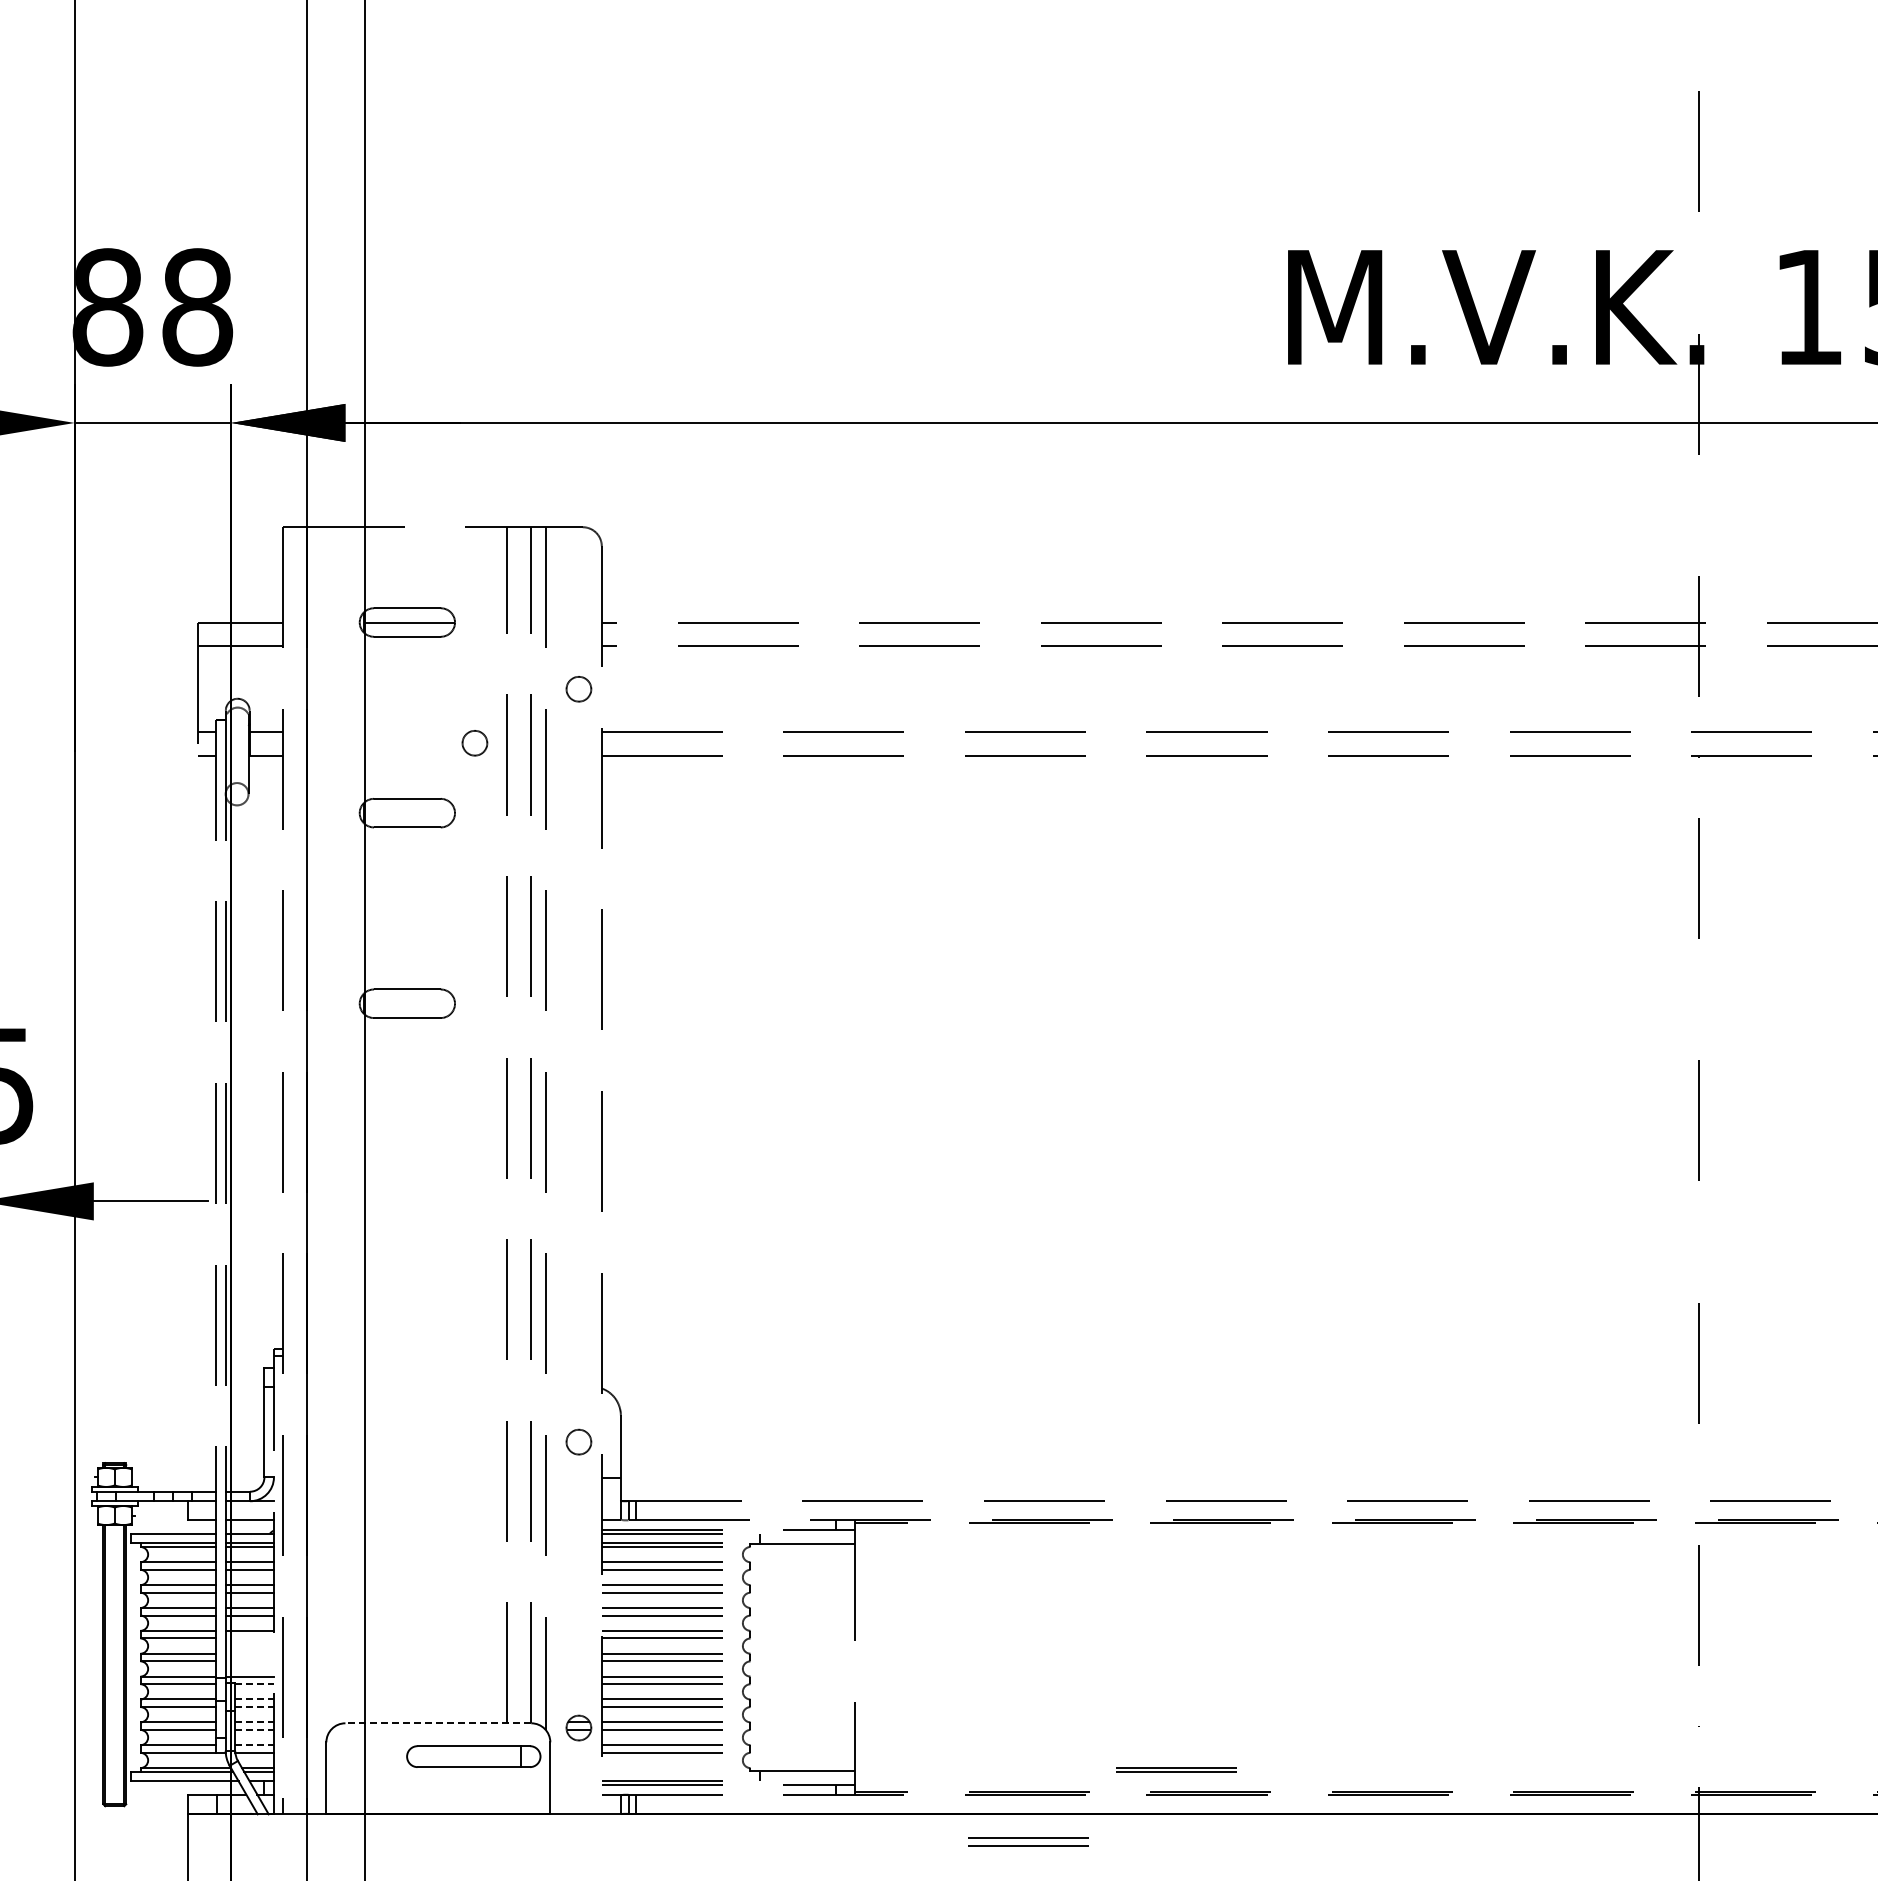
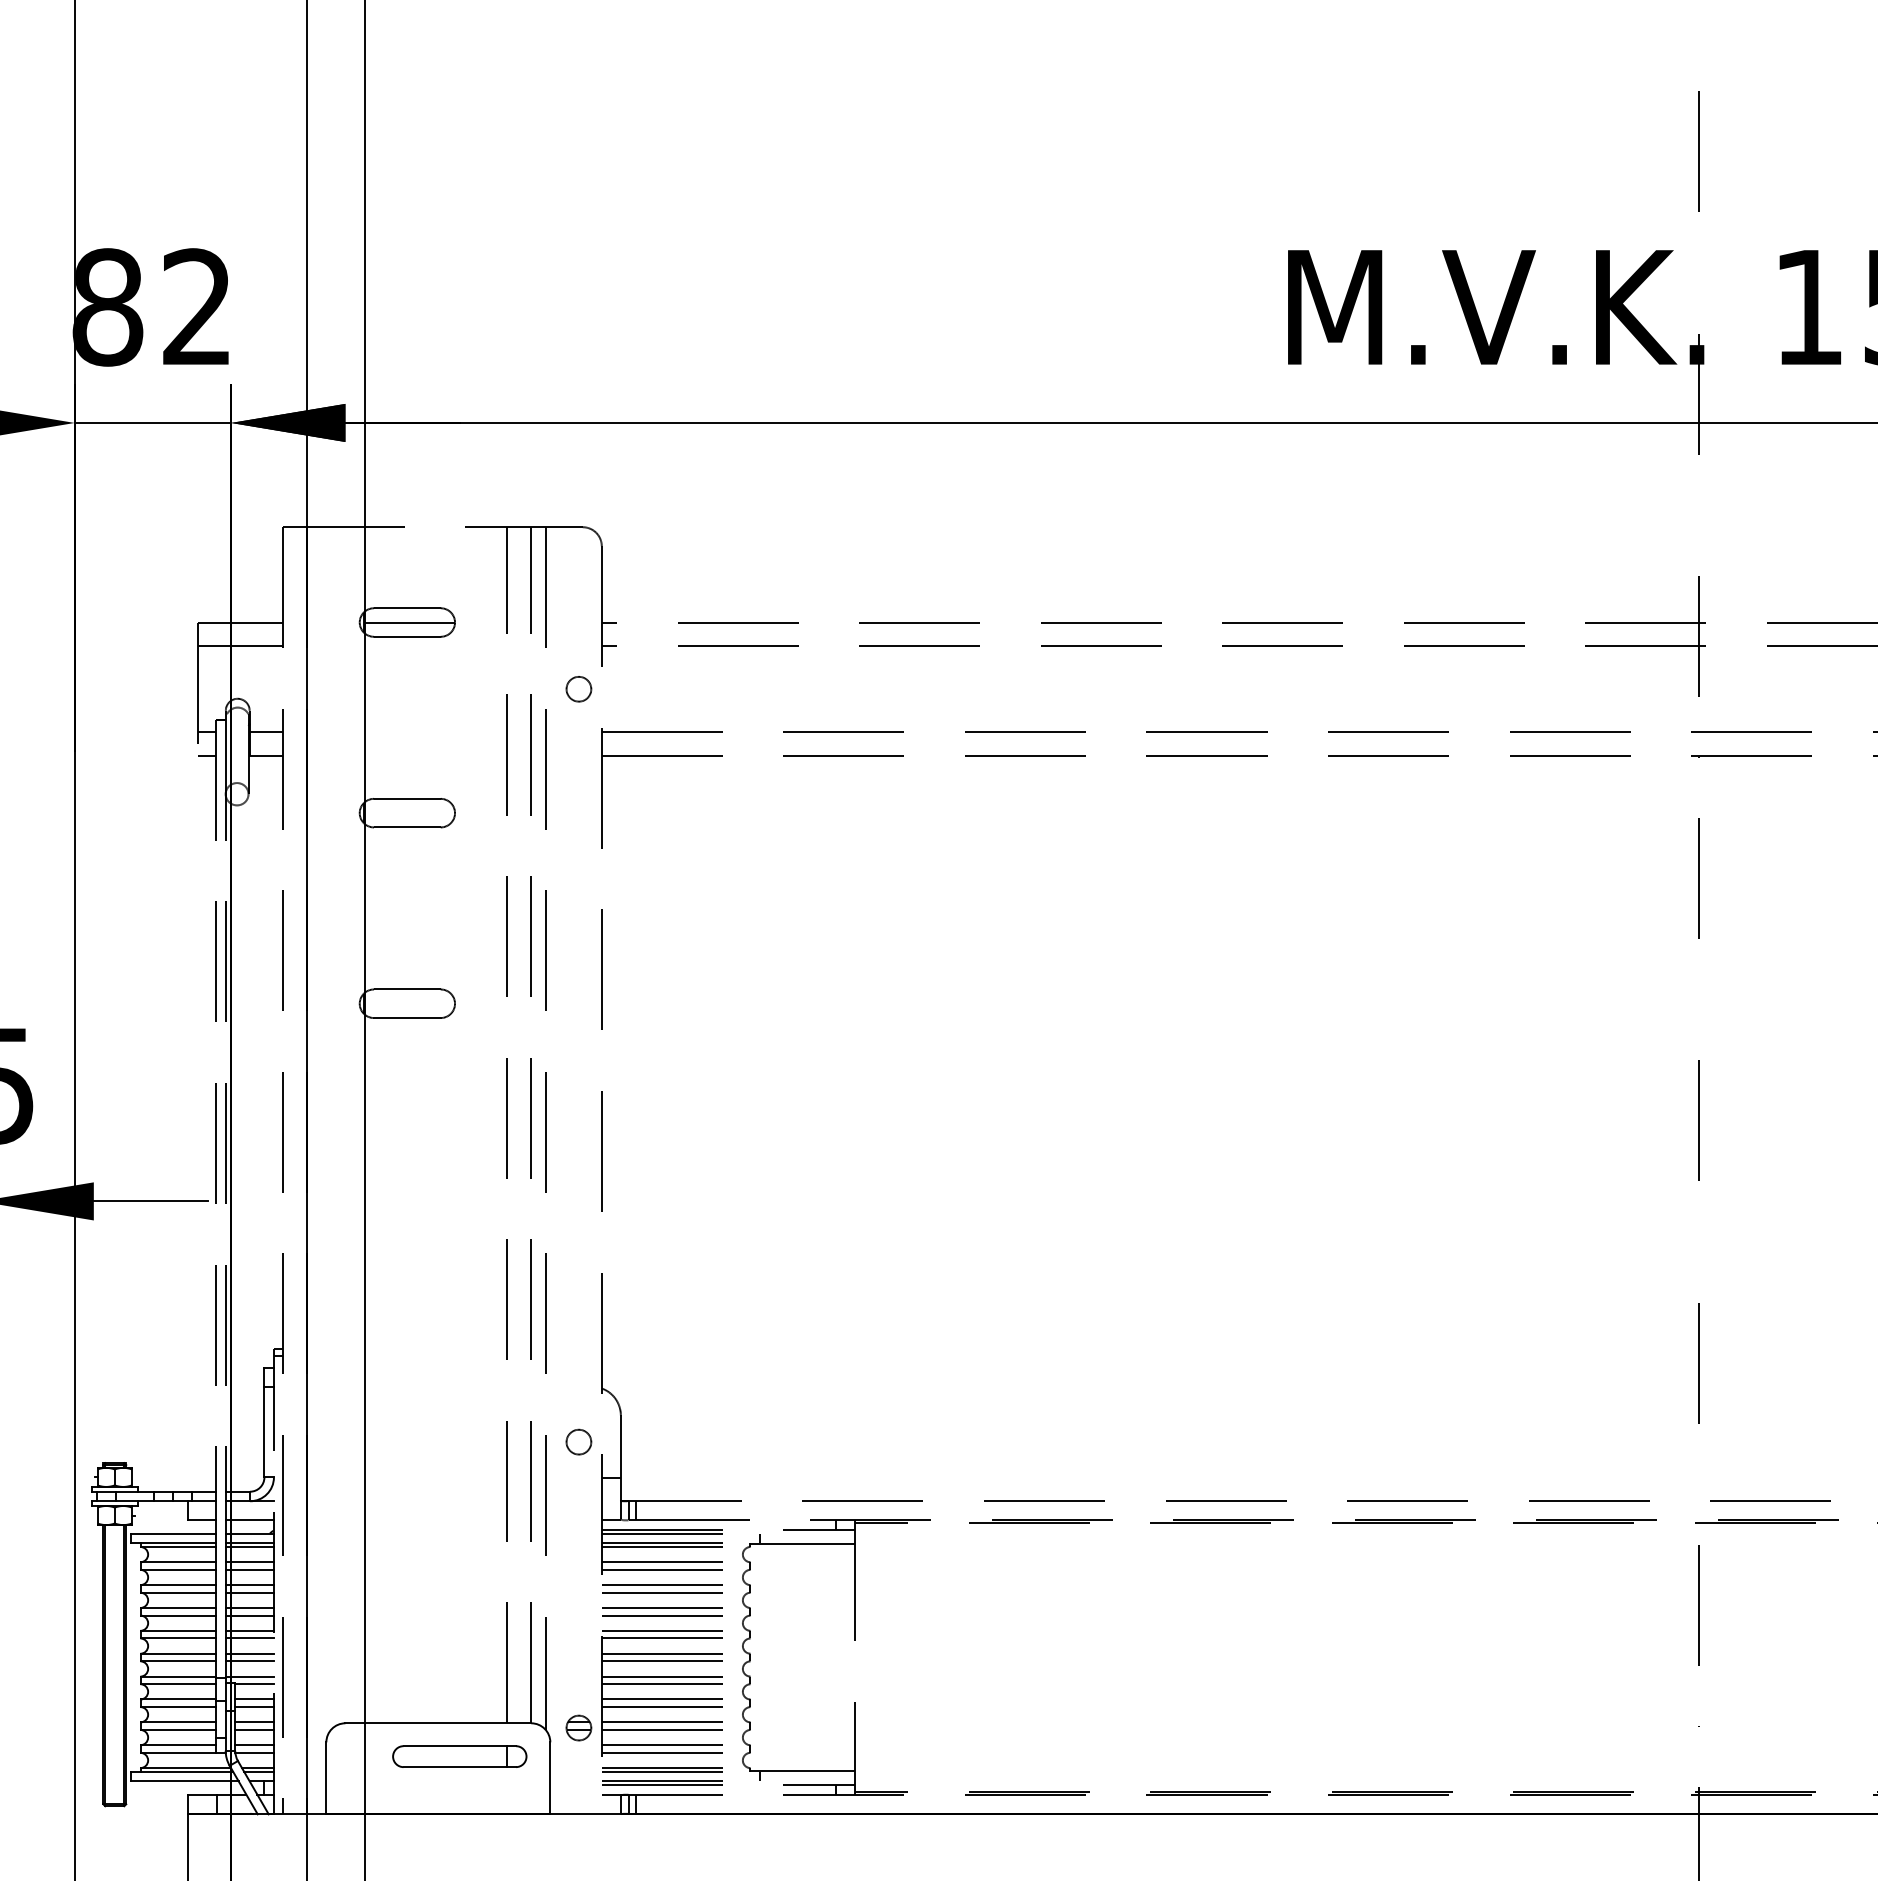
text at (197, 307): 88 -> 82
circle at (474, 743): present -> none
line at (249, 1638): none -> present
line at (249, 1653): none -> present
line at (249, 1661): none -> present
line at (255, 1684): dashed -> solid
line at (255, 1699): dashed -> solid
line at (255, 1707): dashed -> solid
line at (255, 1722): dashed -> solid
line at (438, 1723): dashed -> solid
line at (255, 1729): dashed -> solid
line at (255, 1745): dashed -> solid
part at (473, 1756) position: (473, 1756) -> (459, 1756)
part at (1176, 1769) position: (1176, 1769) -> (662, 1769)
part at (1028, 1841): present -> none
